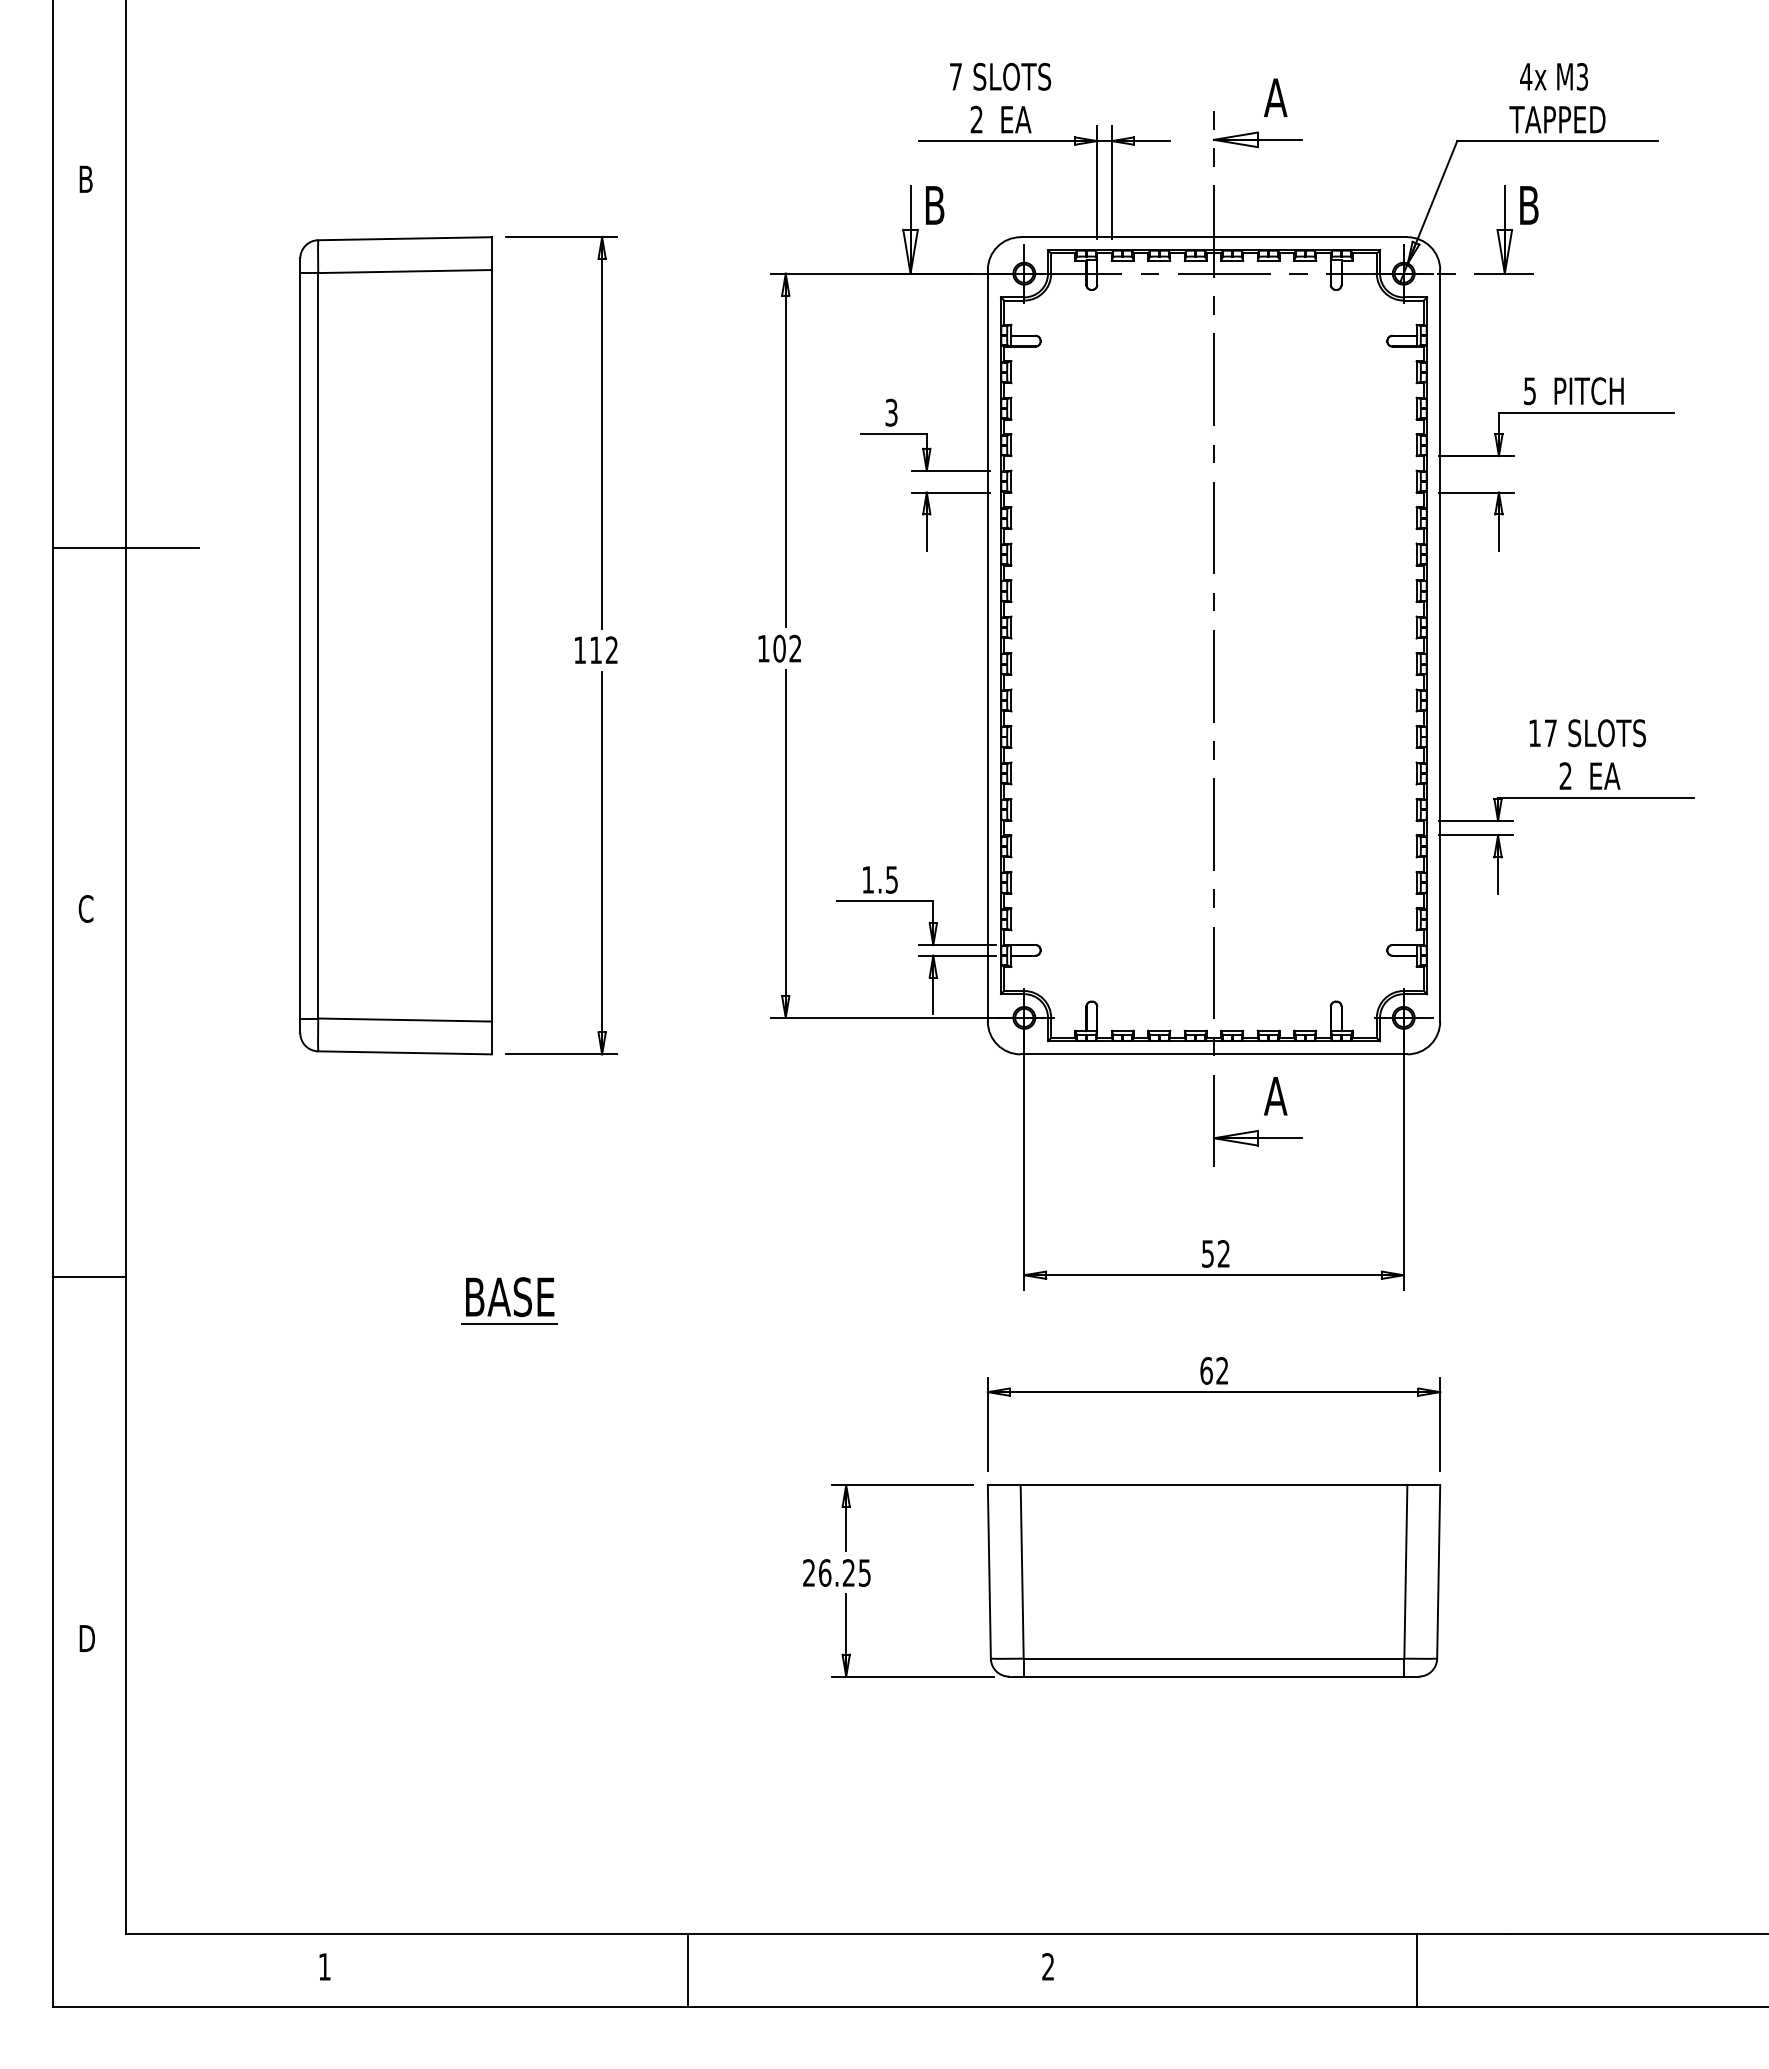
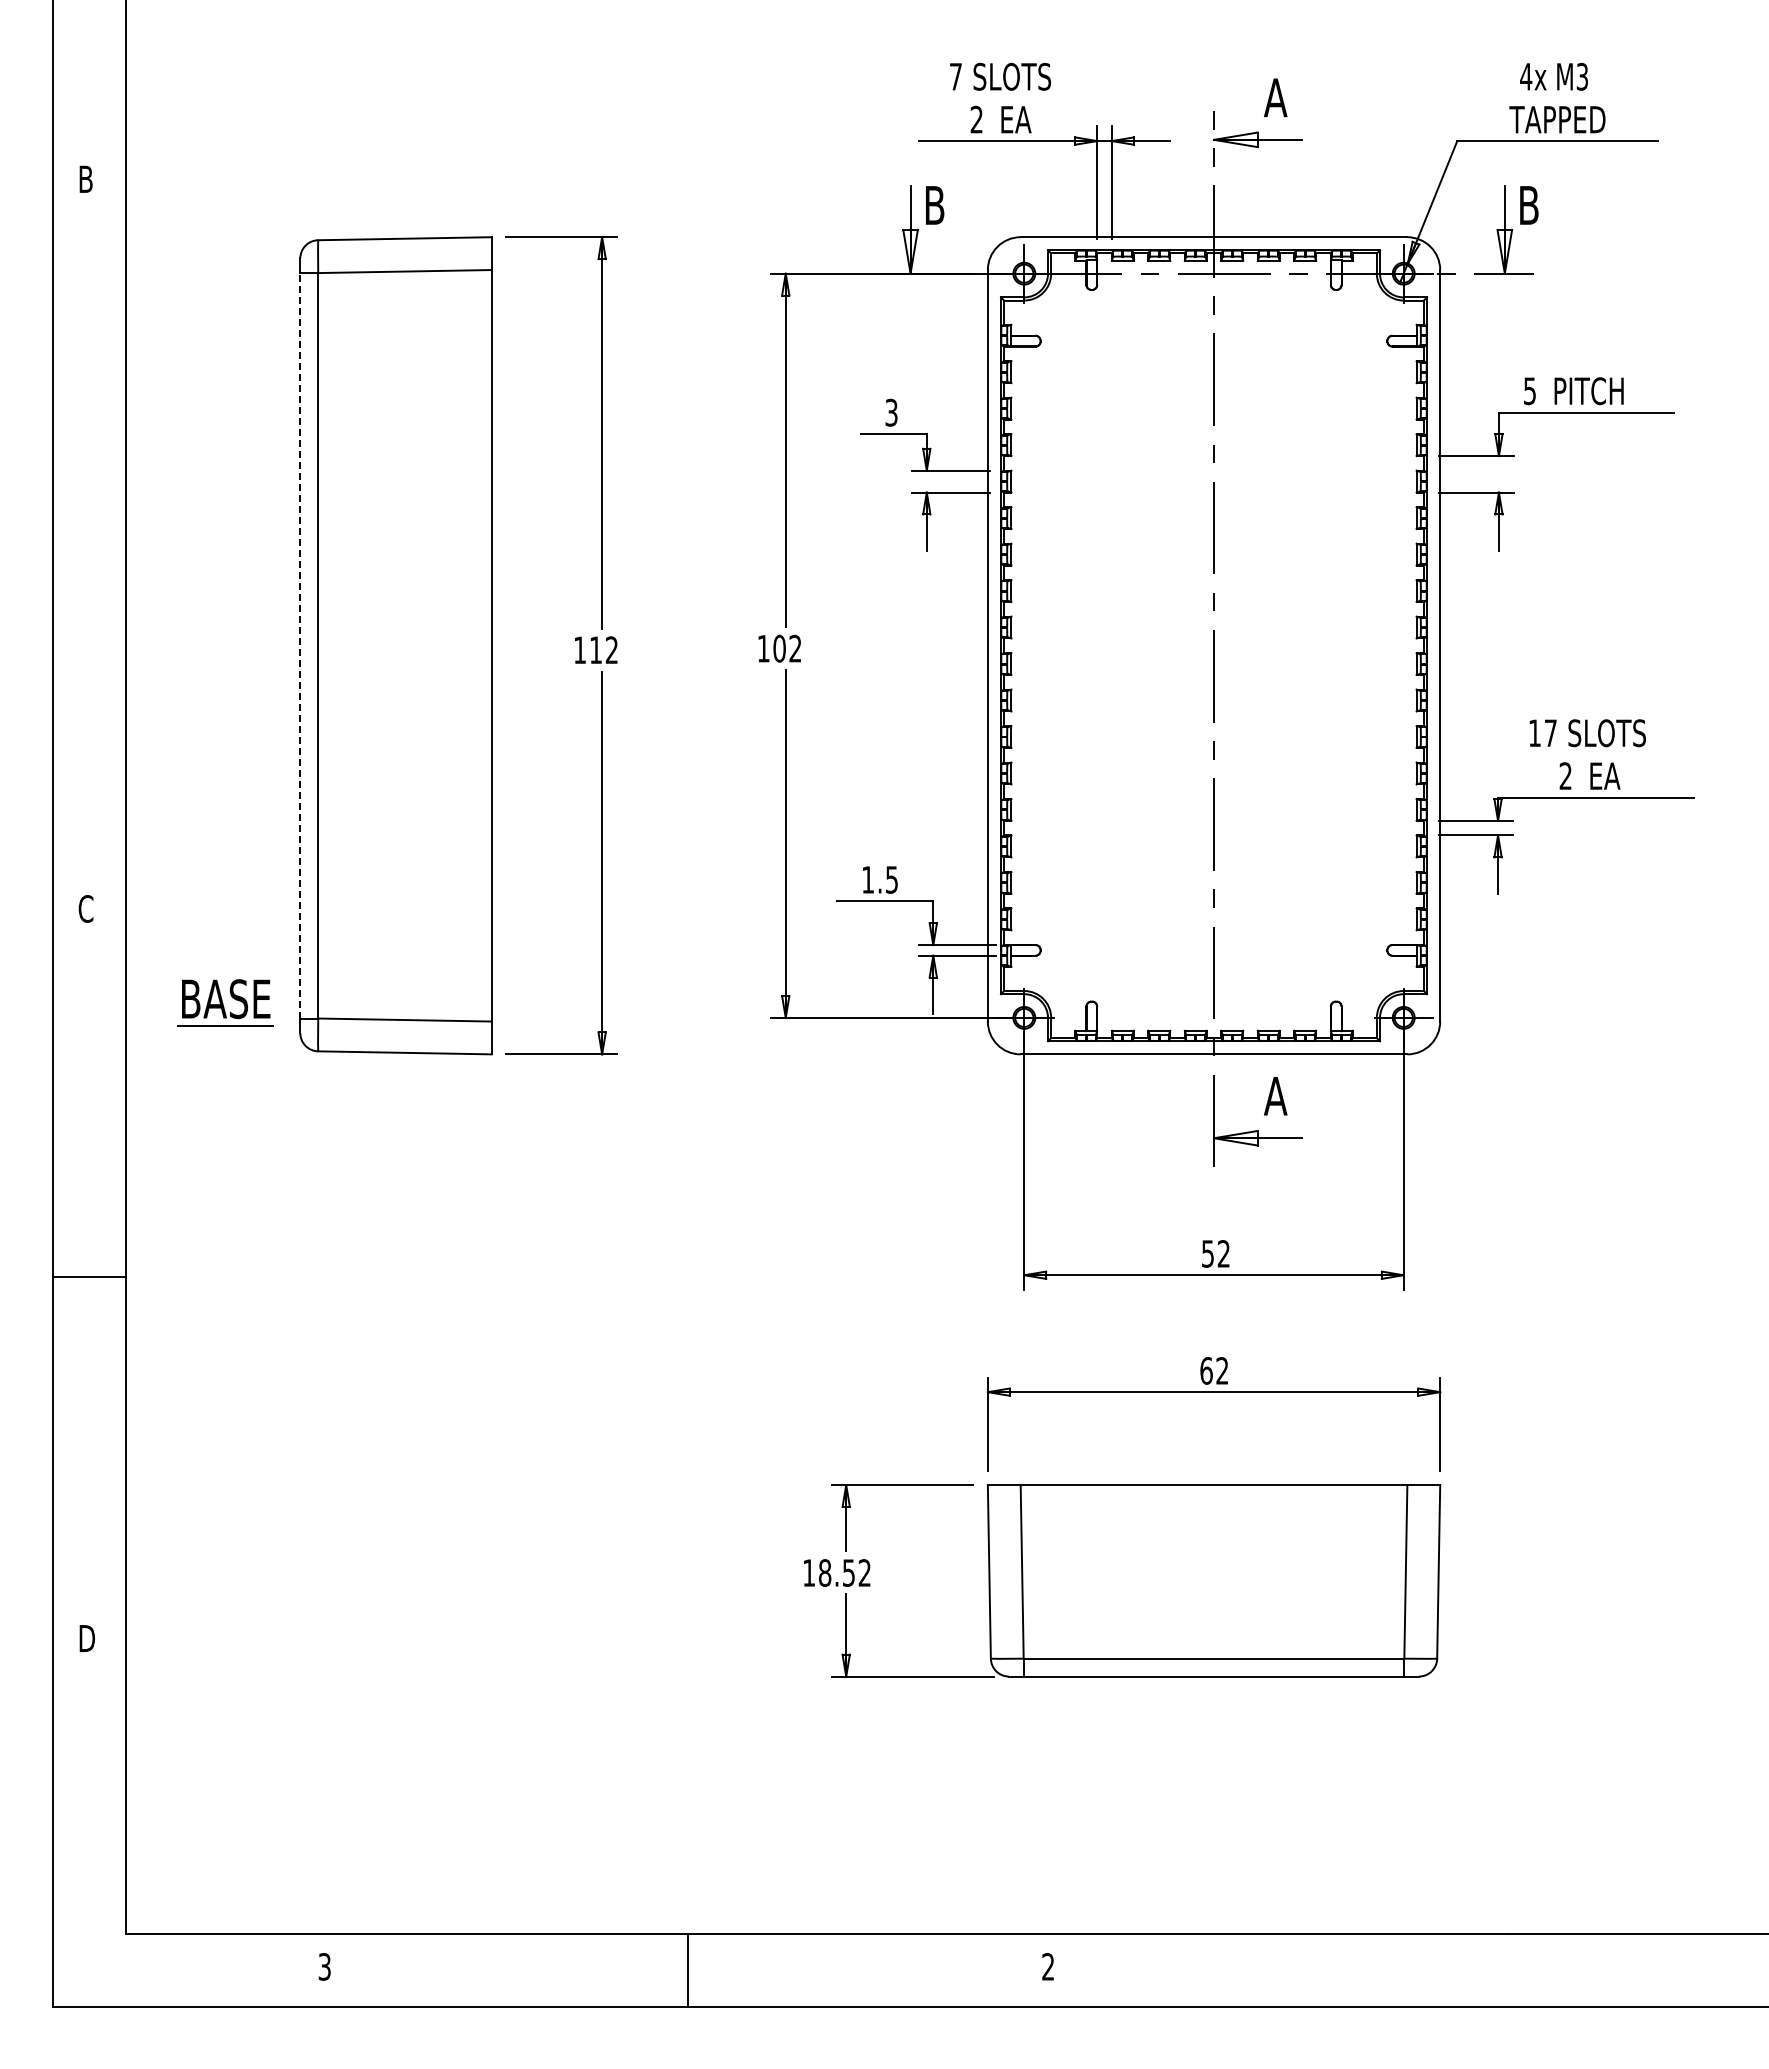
line at (125, 547): present -> none
line at (300, 645): solid -> dashed
part at (509, 1300) position: (509, 1300) -> (225, 1002)
text at (836, 1572): 26.25 -> 18.52
text at (324, 1966): 1 -> 3
line at (1417, 1969): present -> none
